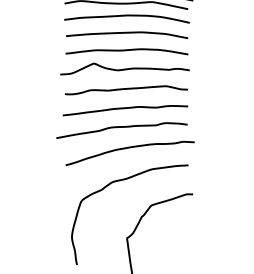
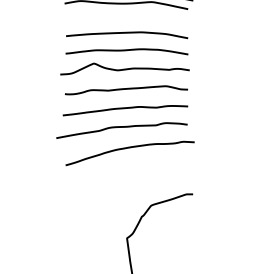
curve at (126, 16): present -> none
curve at (120, 181): present -> none
